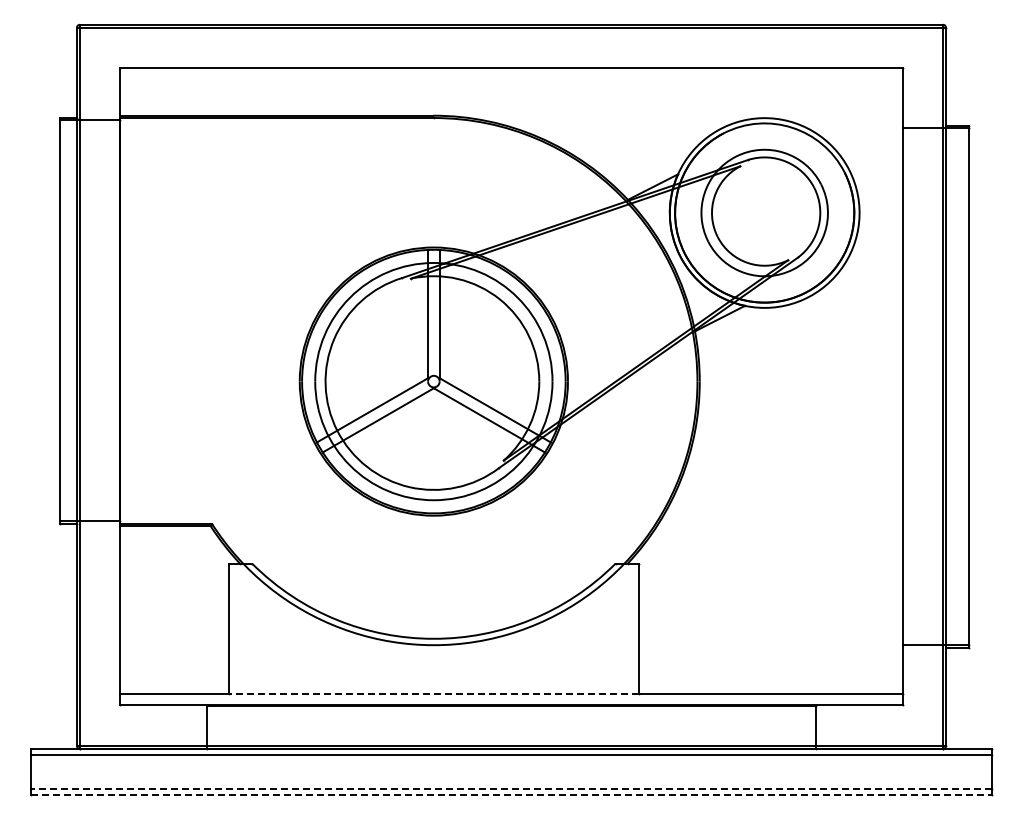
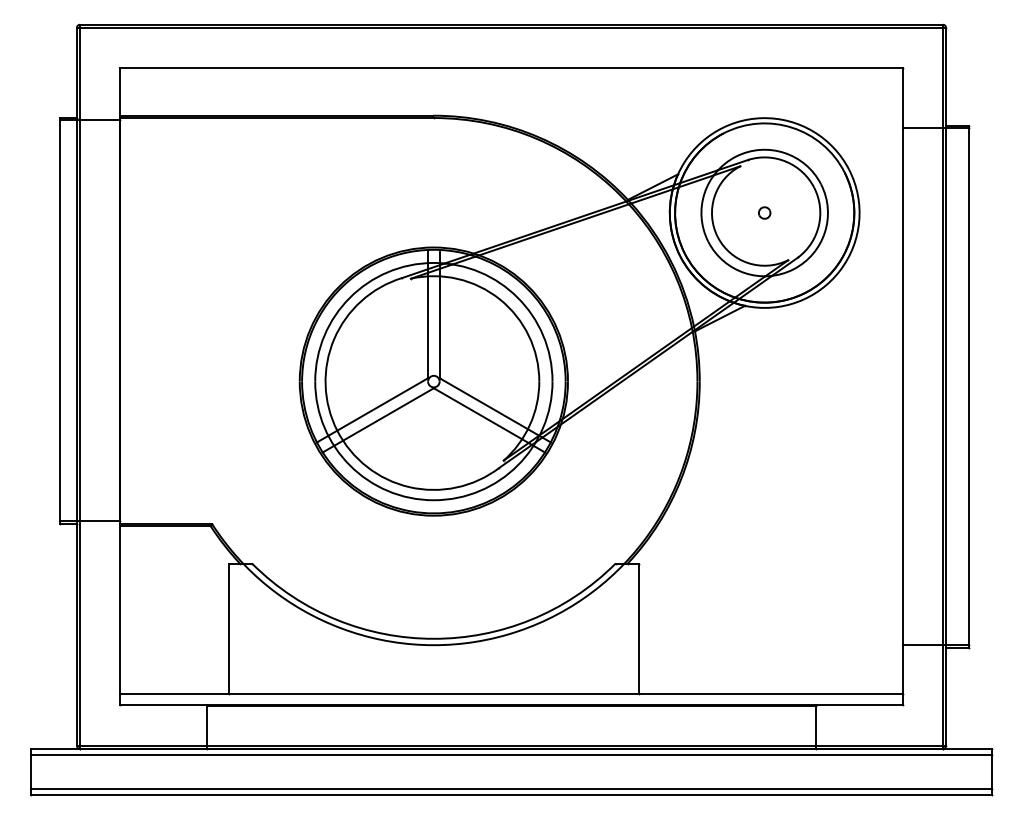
part at (764, 212): none -> present
line at (433, 694): dashed -> solid
line at (511, 789): dashed -> solid
line at (511, 795): dashed -> solid
